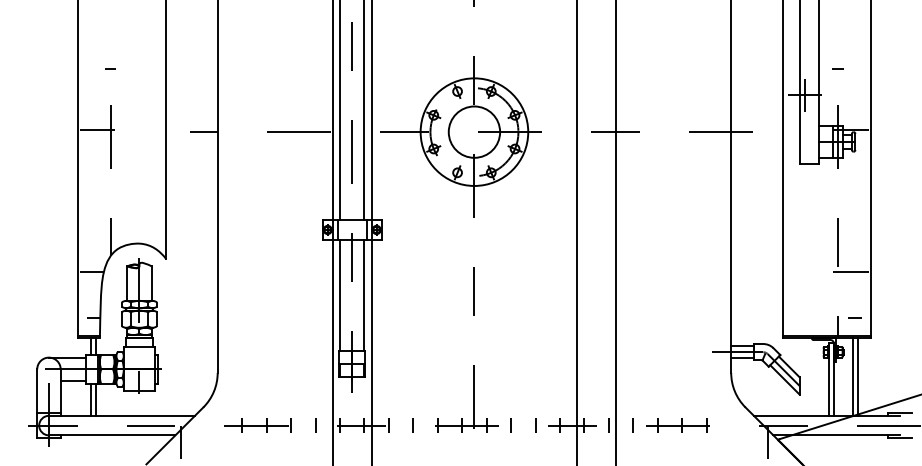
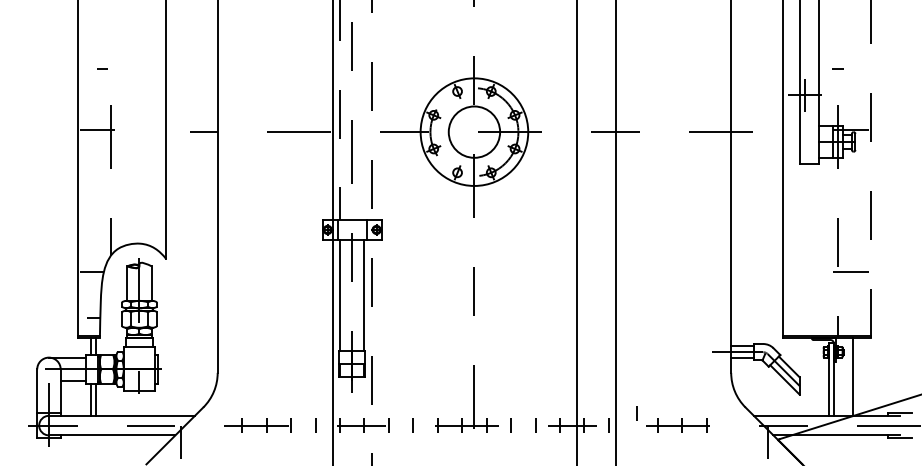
line at (110, 68) position: (110, 68) -> (102, 68)
line at (340, 110): solid -> dashed
line at (363, 111): present -> none
line at (870, 168): solid -> dashed
line at (371, 232): solid -> dashed
line at (854, 317): present -> none
line at (857, 376): present -> none
line at (632, 425) position: (632, 425) -> (636, 413)
